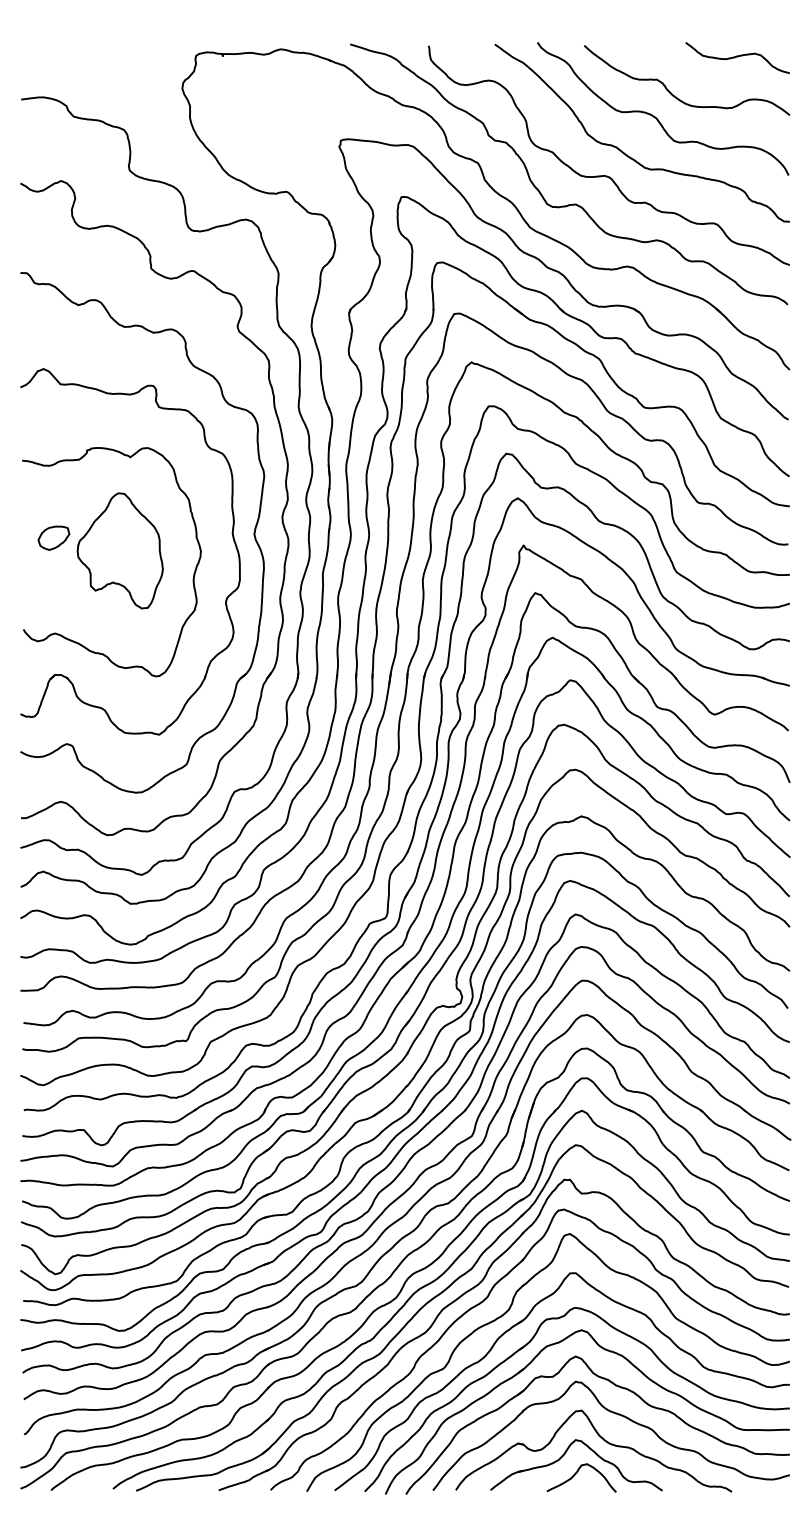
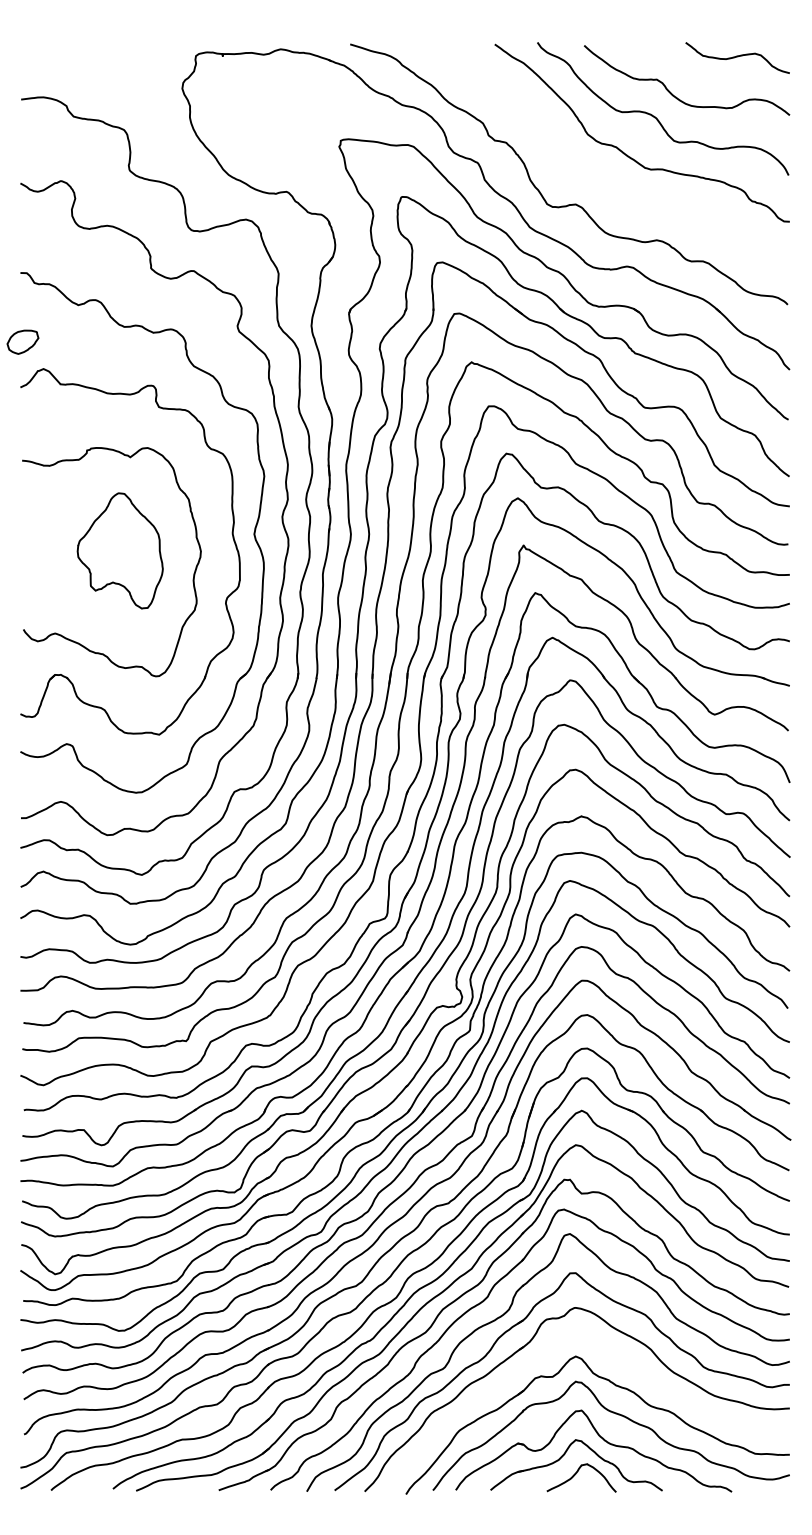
curve at (607, 175): present -> none
part at (53, 537) position: (53, 537) -> (22, 341)
part at (607, 1351): present -> none
